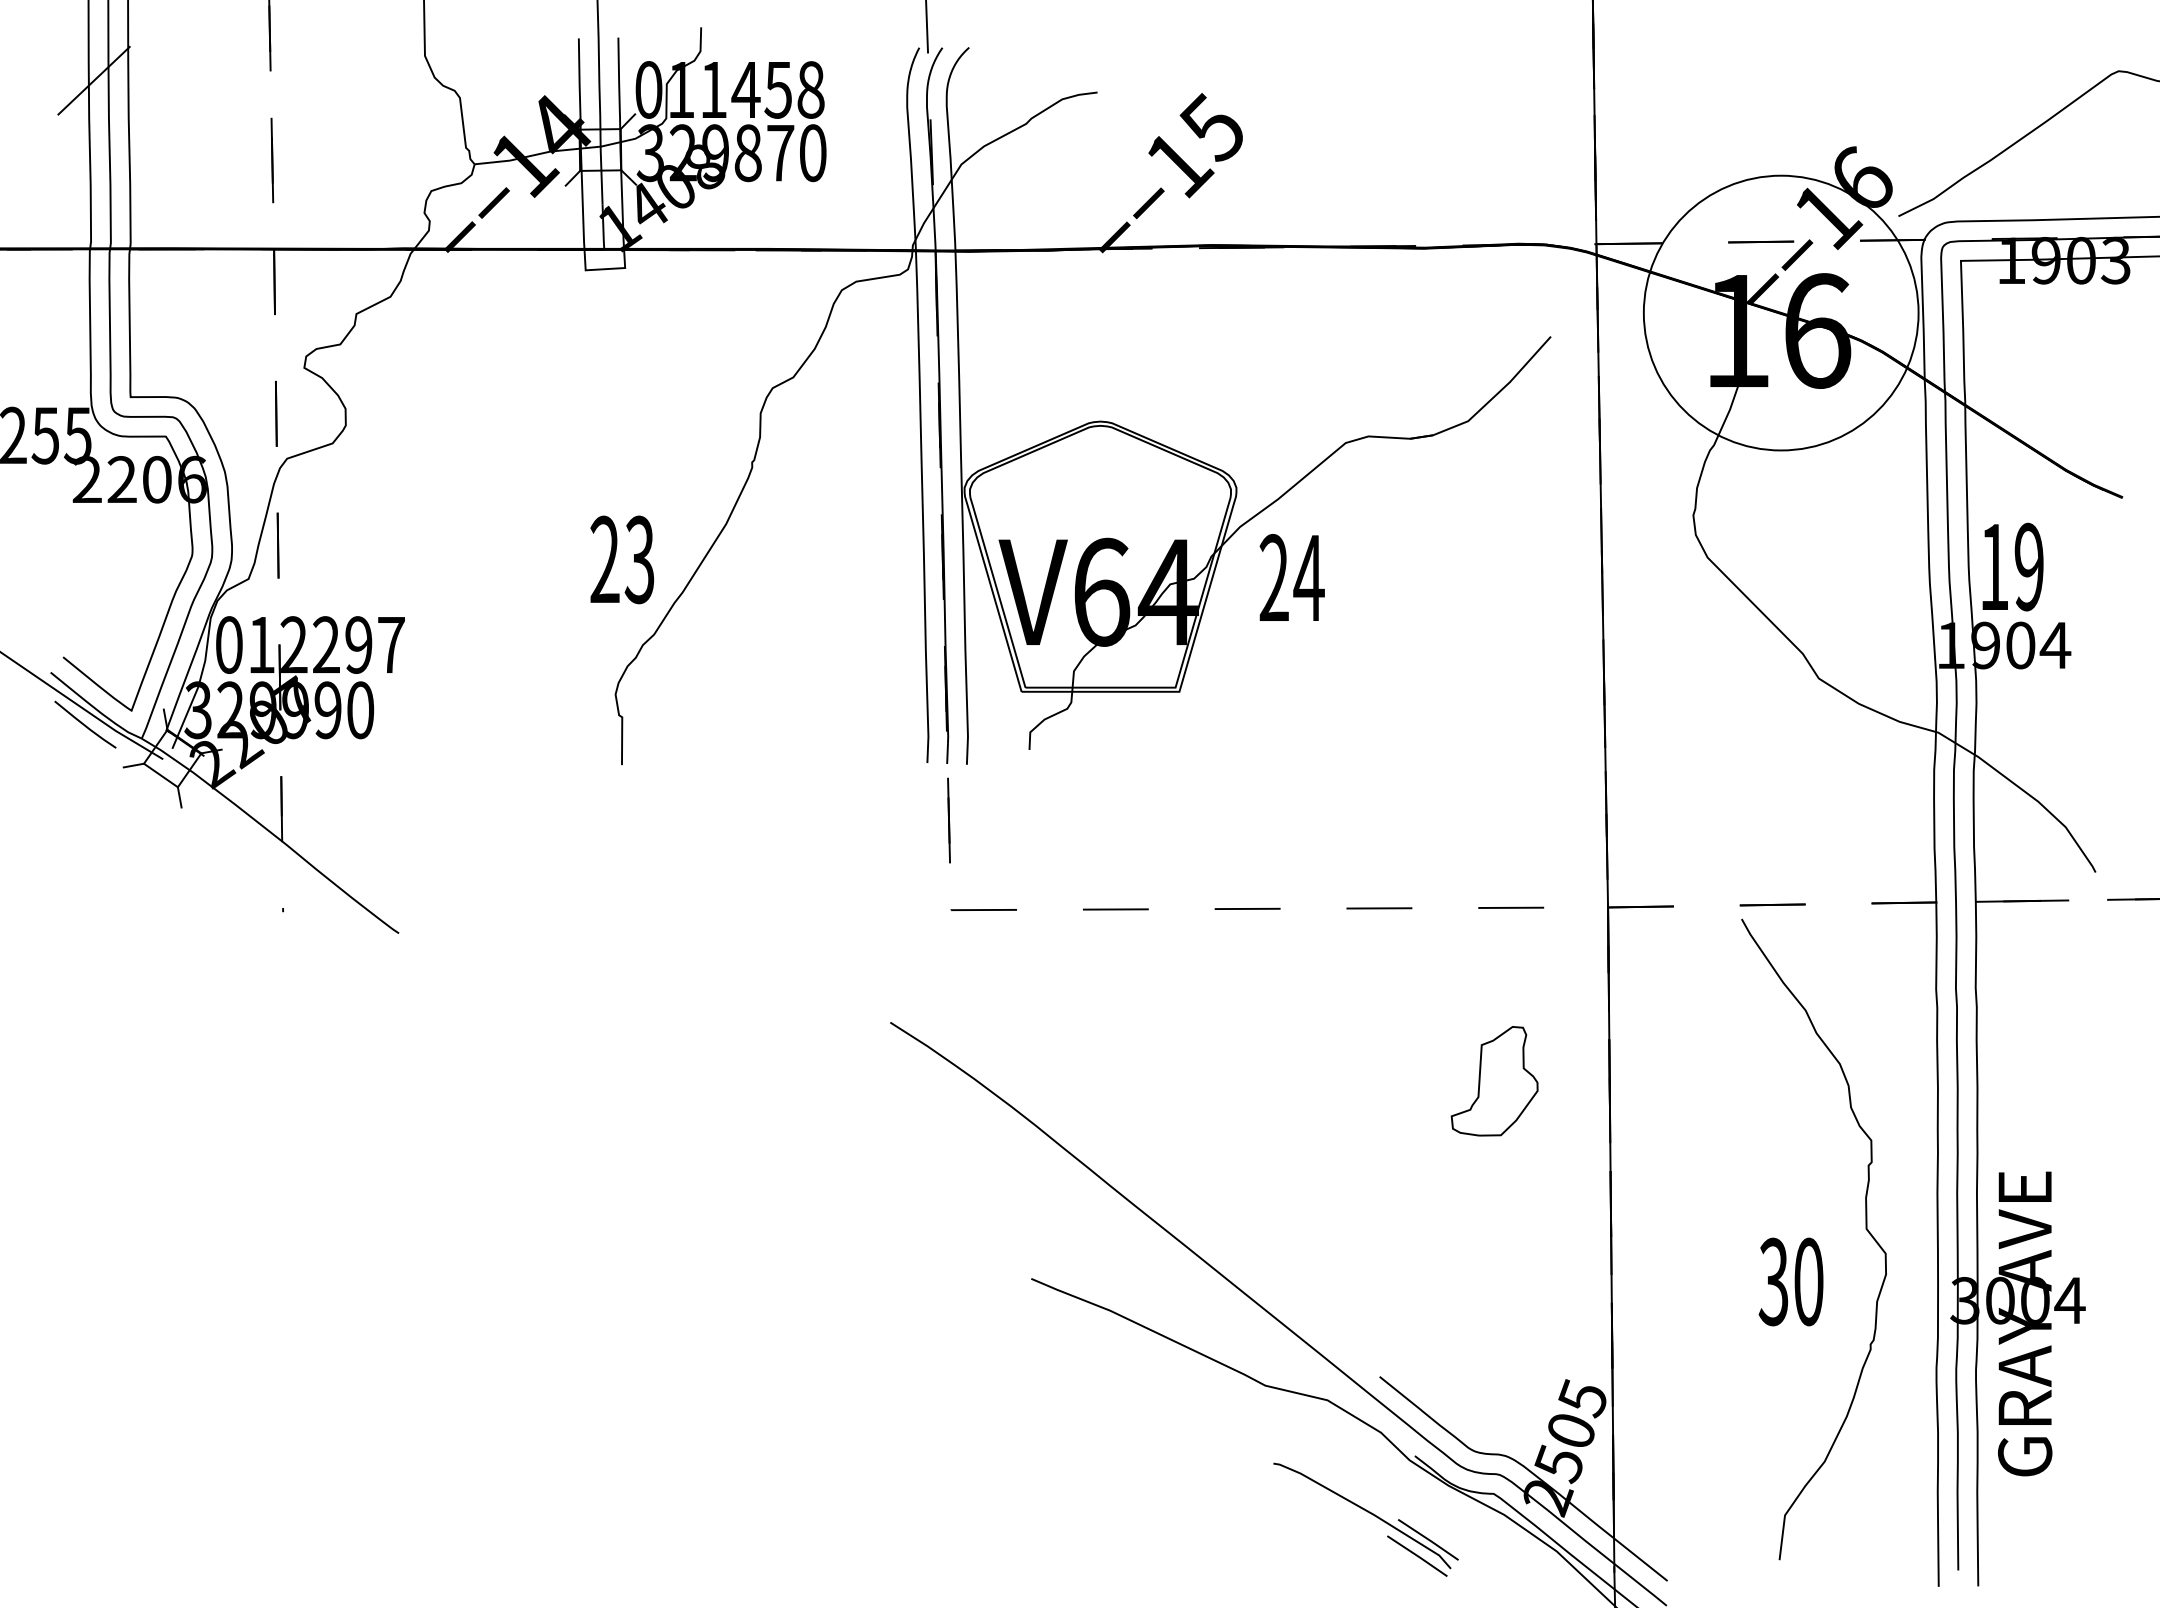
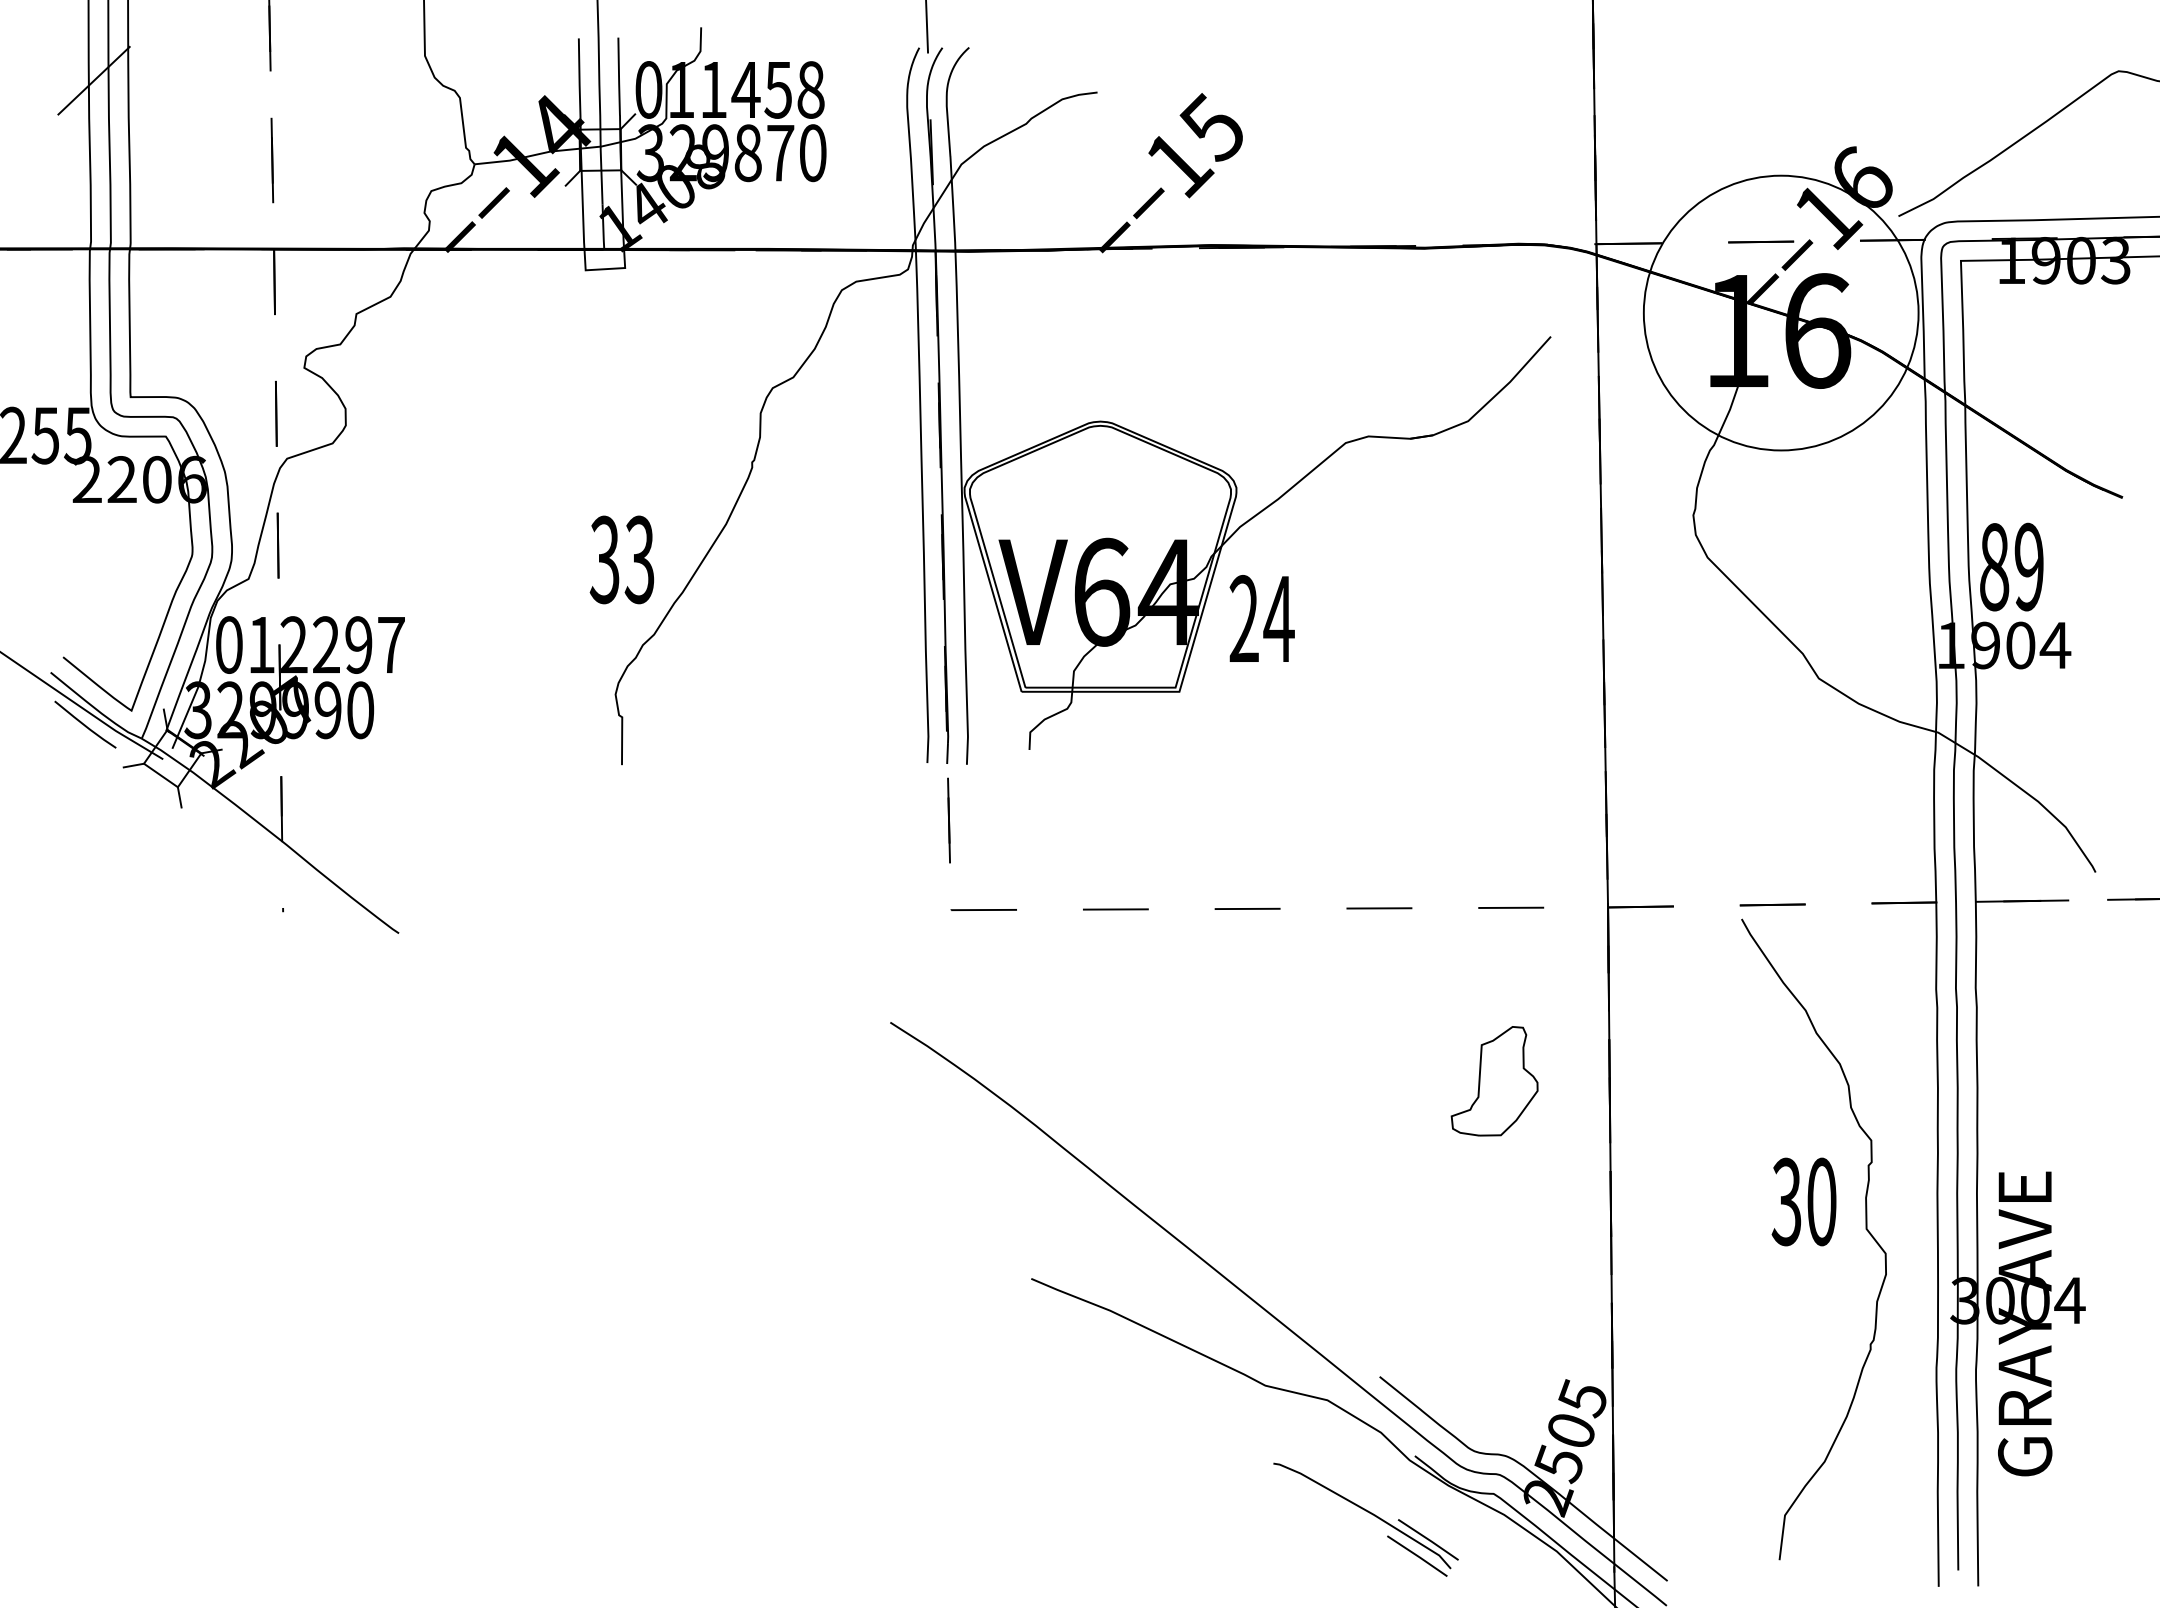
text at (604, 560): 23 -> 33
text at (1994, 567): 19 -> 89
text at (1291, 577) position: (1291, 577) -> (1261, 618)
text at (1790, 1281) position: (1790, 1281) -> (1803, 1201)
